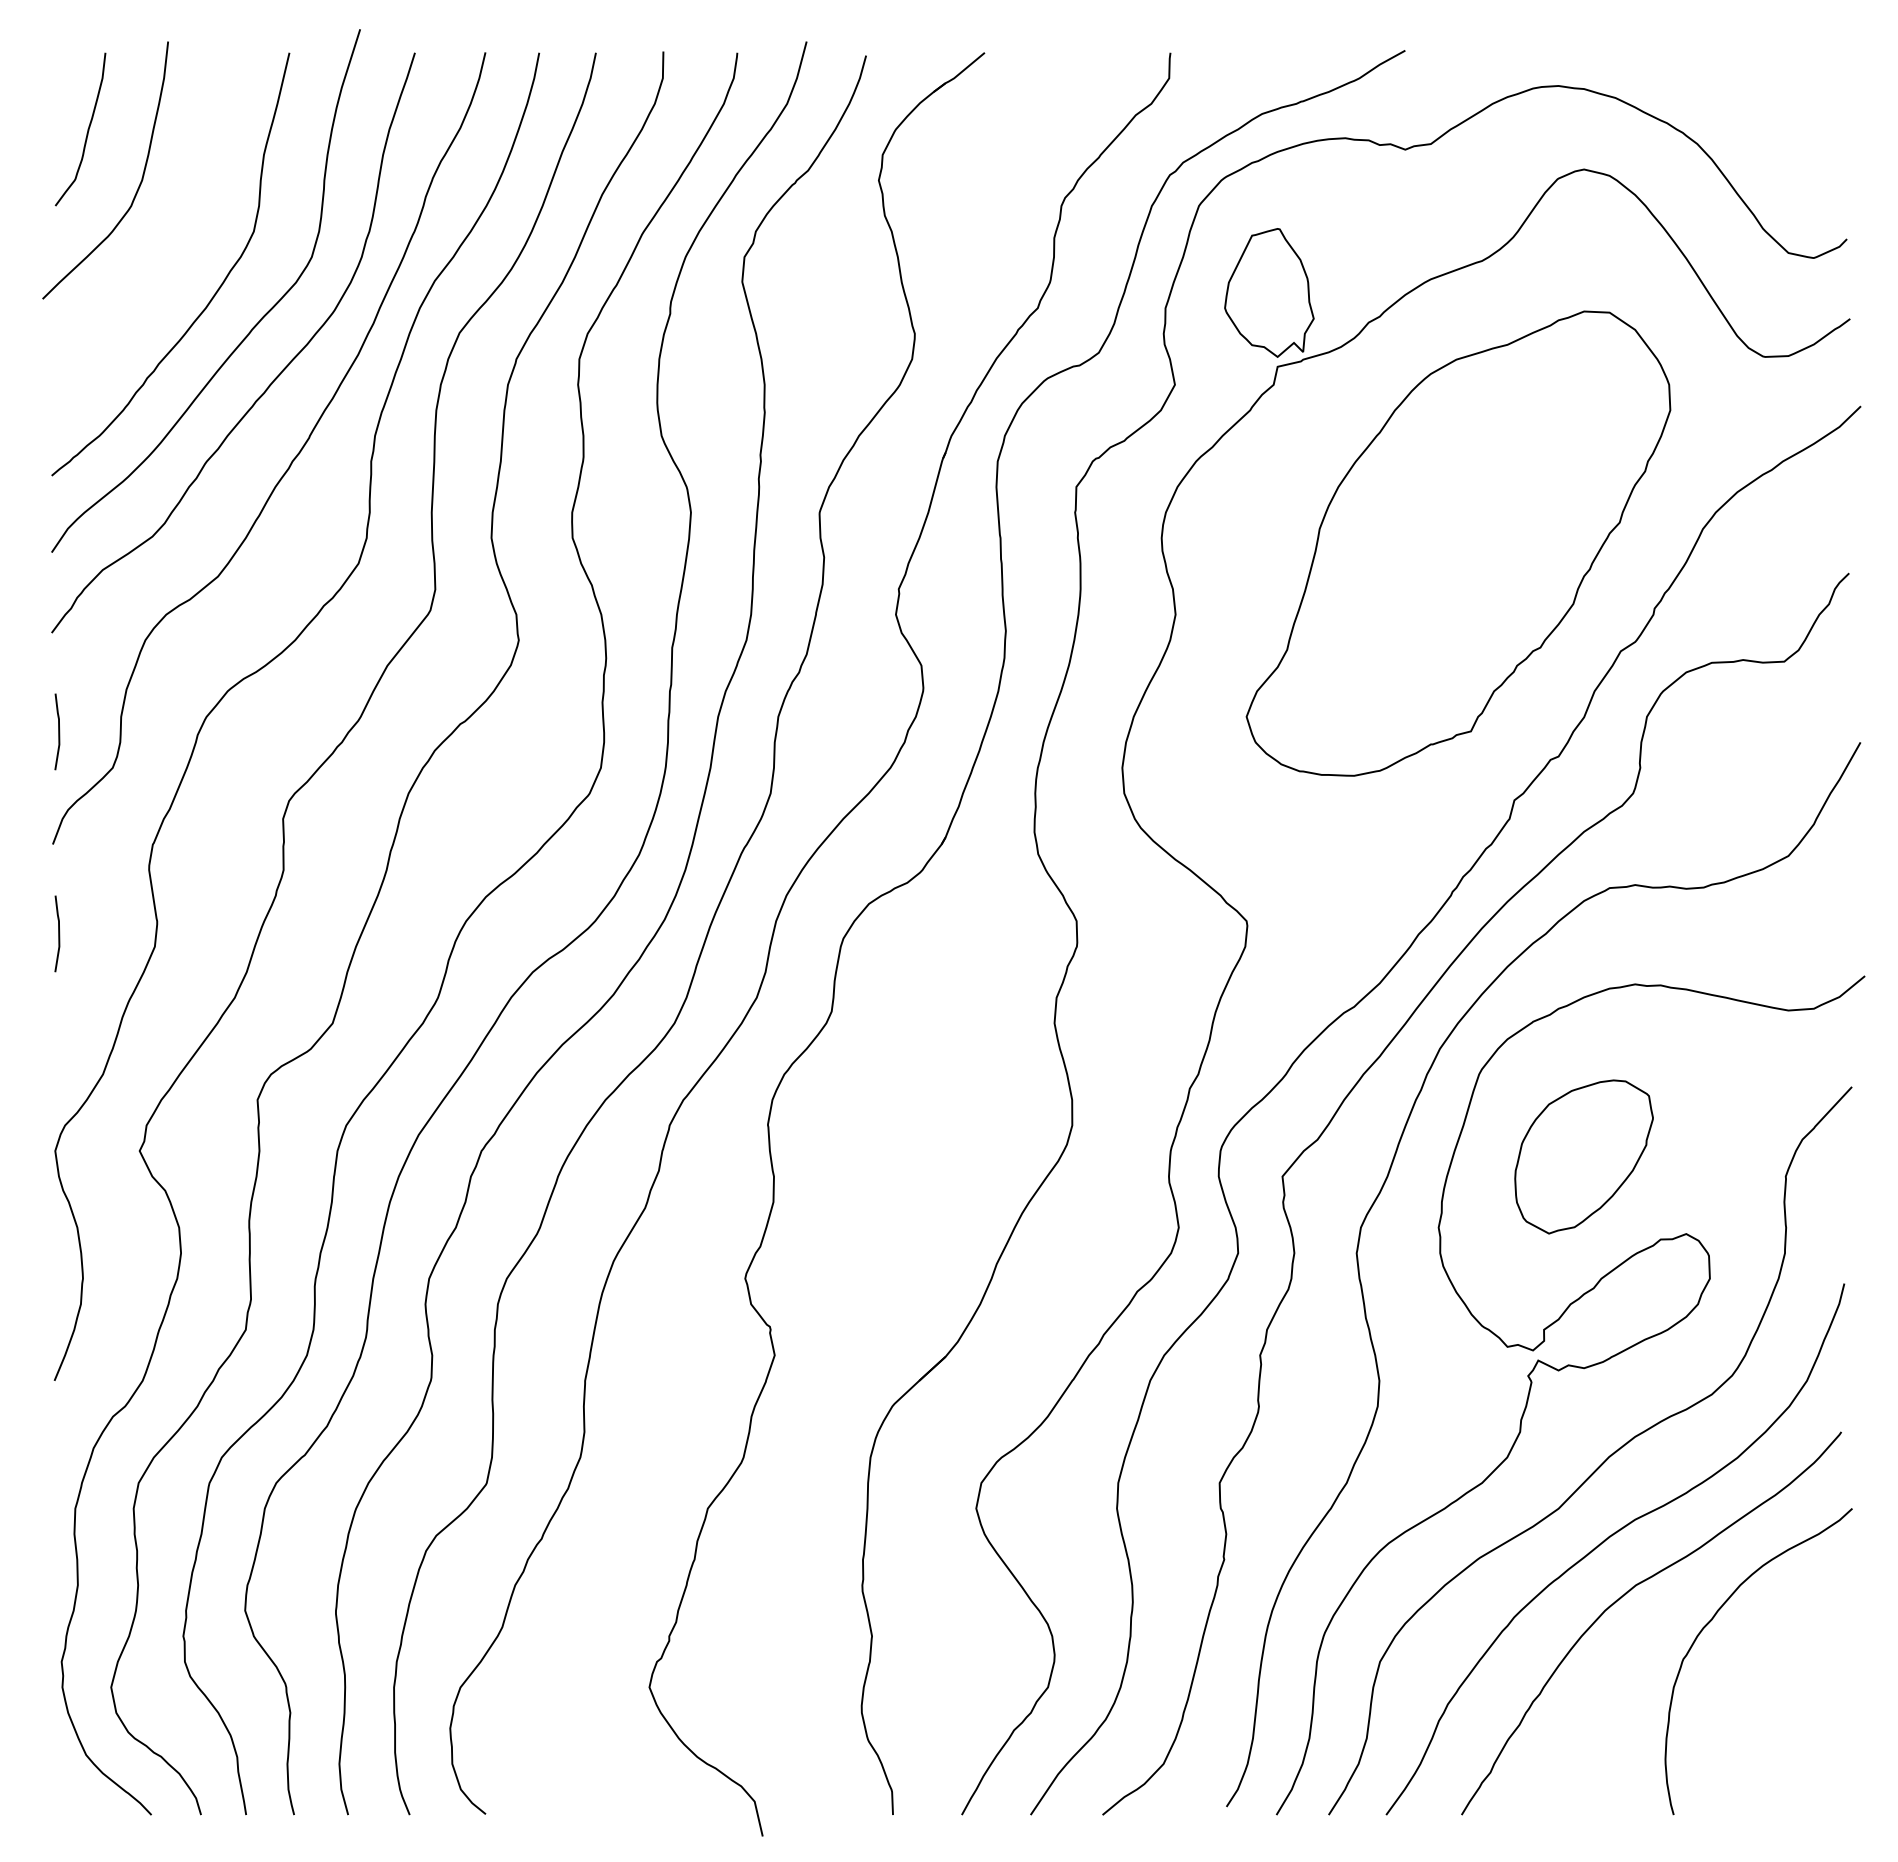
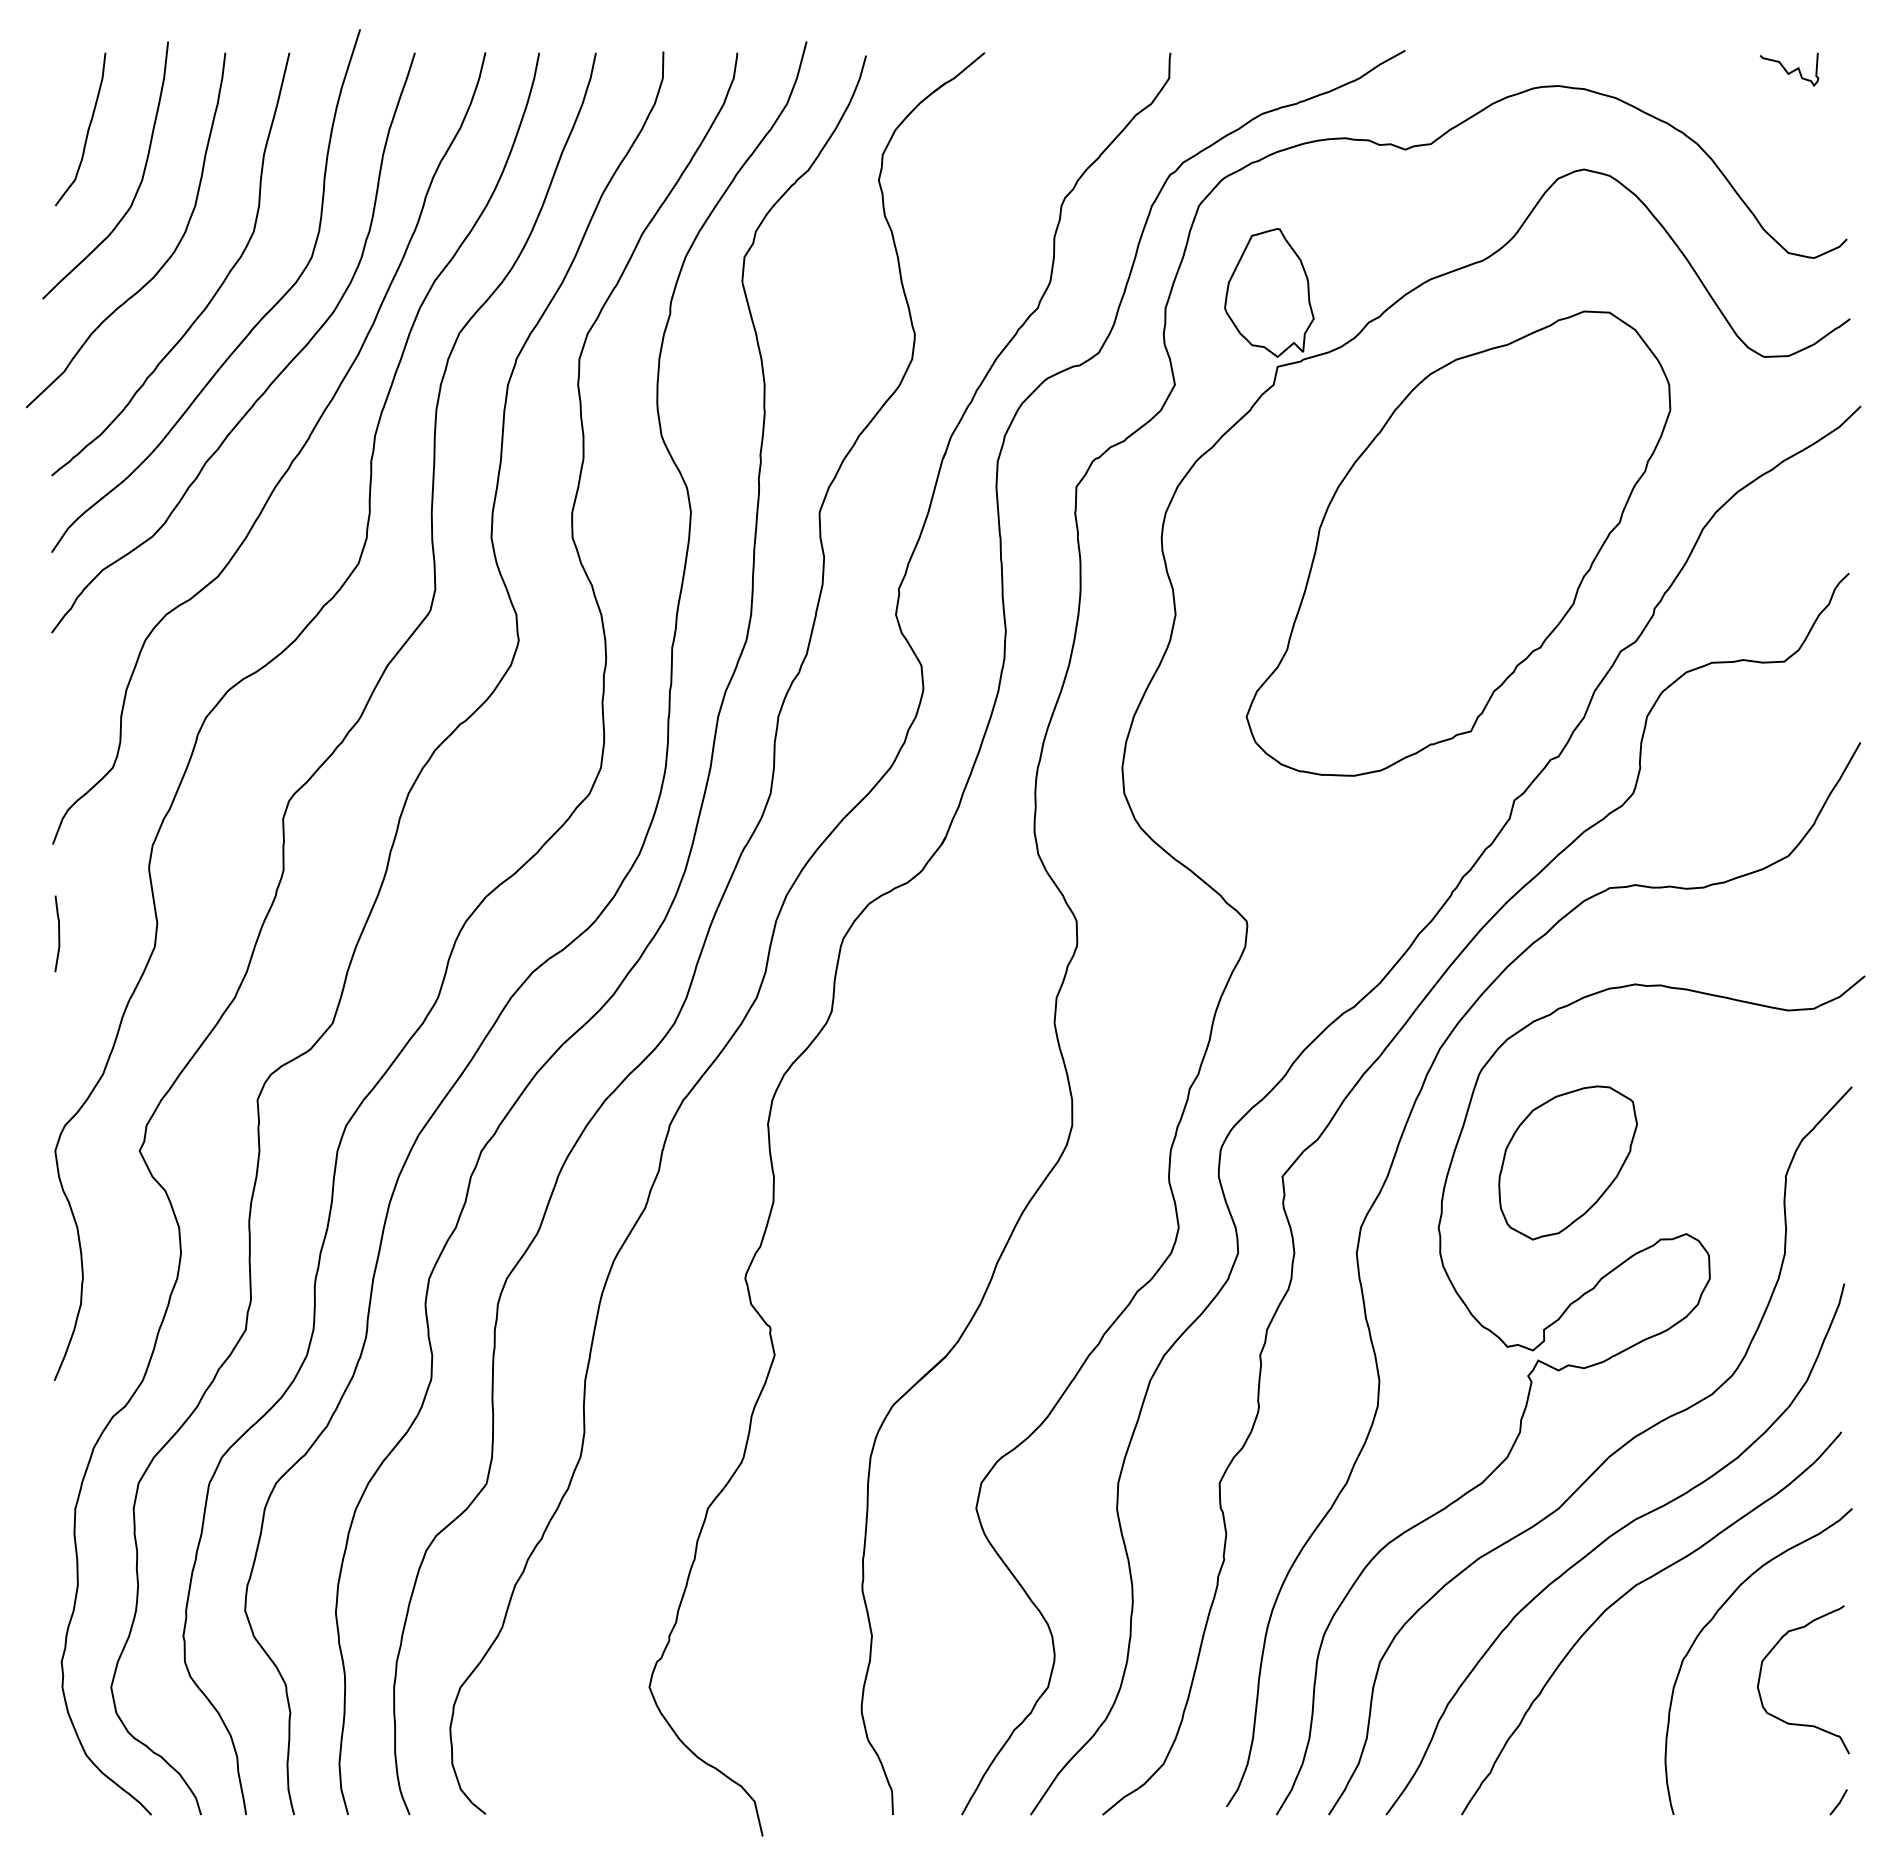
curve at (1790, 71): none -> present
curve at (164, 262): none -> present
line at (58, 731): present -> none
part at (1583, 1156) position: (1583, 1156) -> (1567, 1162)
curve at (1769, 1654): none -> present
line at (1838, 1802): none -> present
